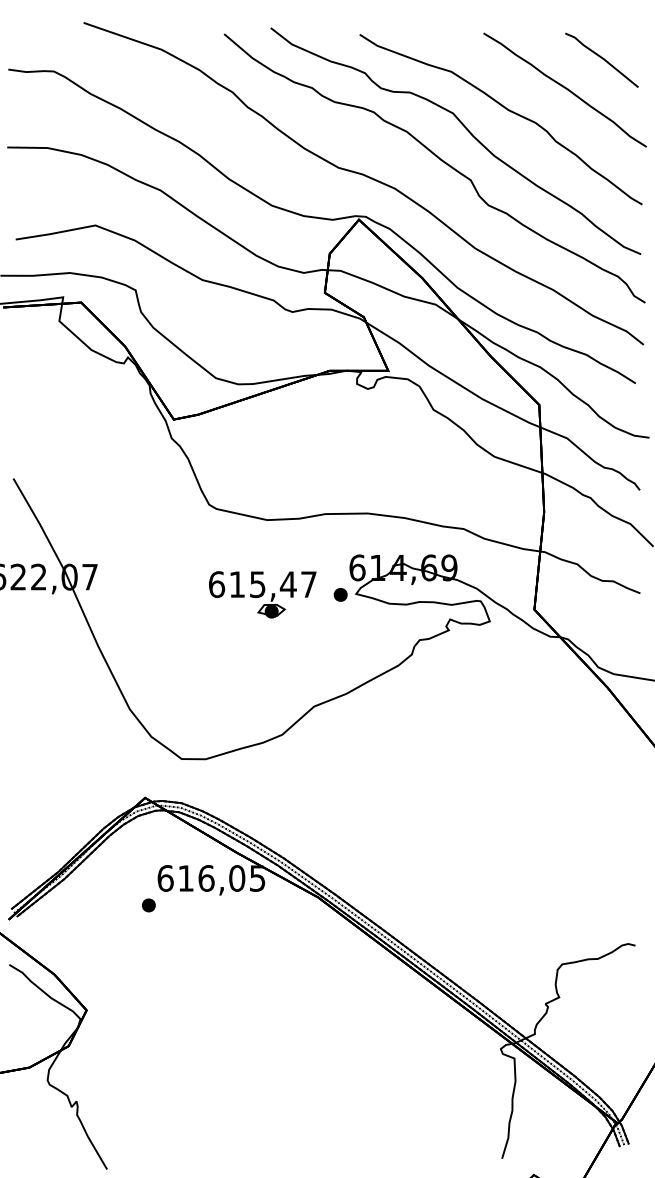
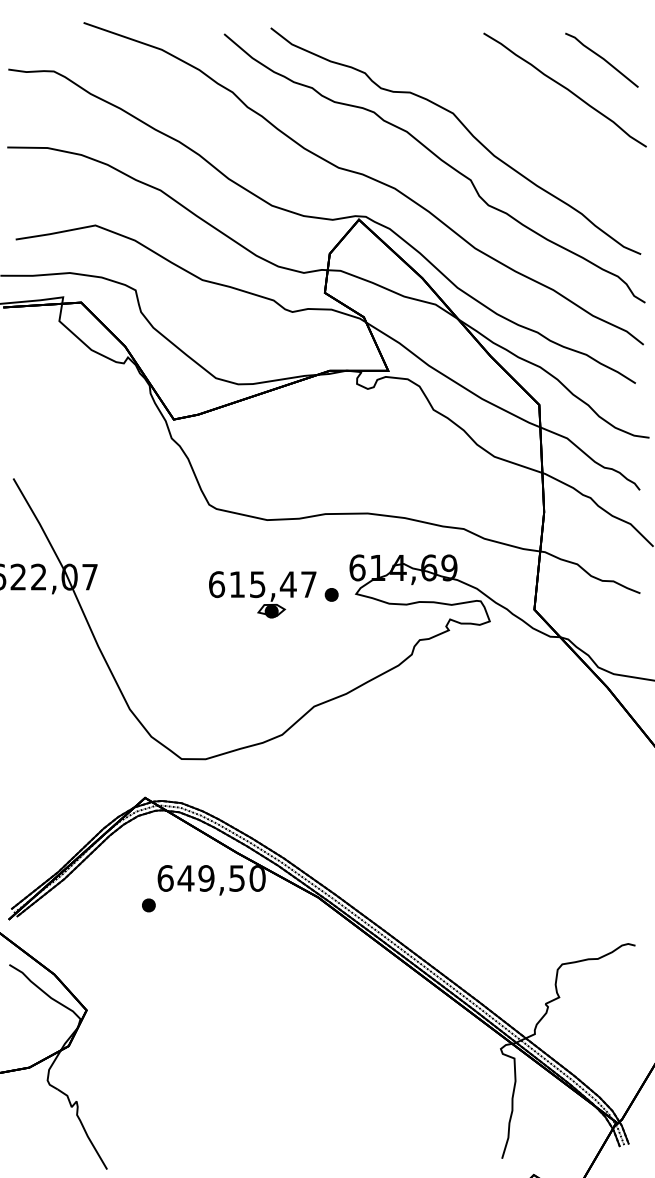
curve at (505, 109): present -> none
part at (340, 594) position: (340, 594) -> (331, 594)
text at (221, 878): 616,05 -> 649,50
